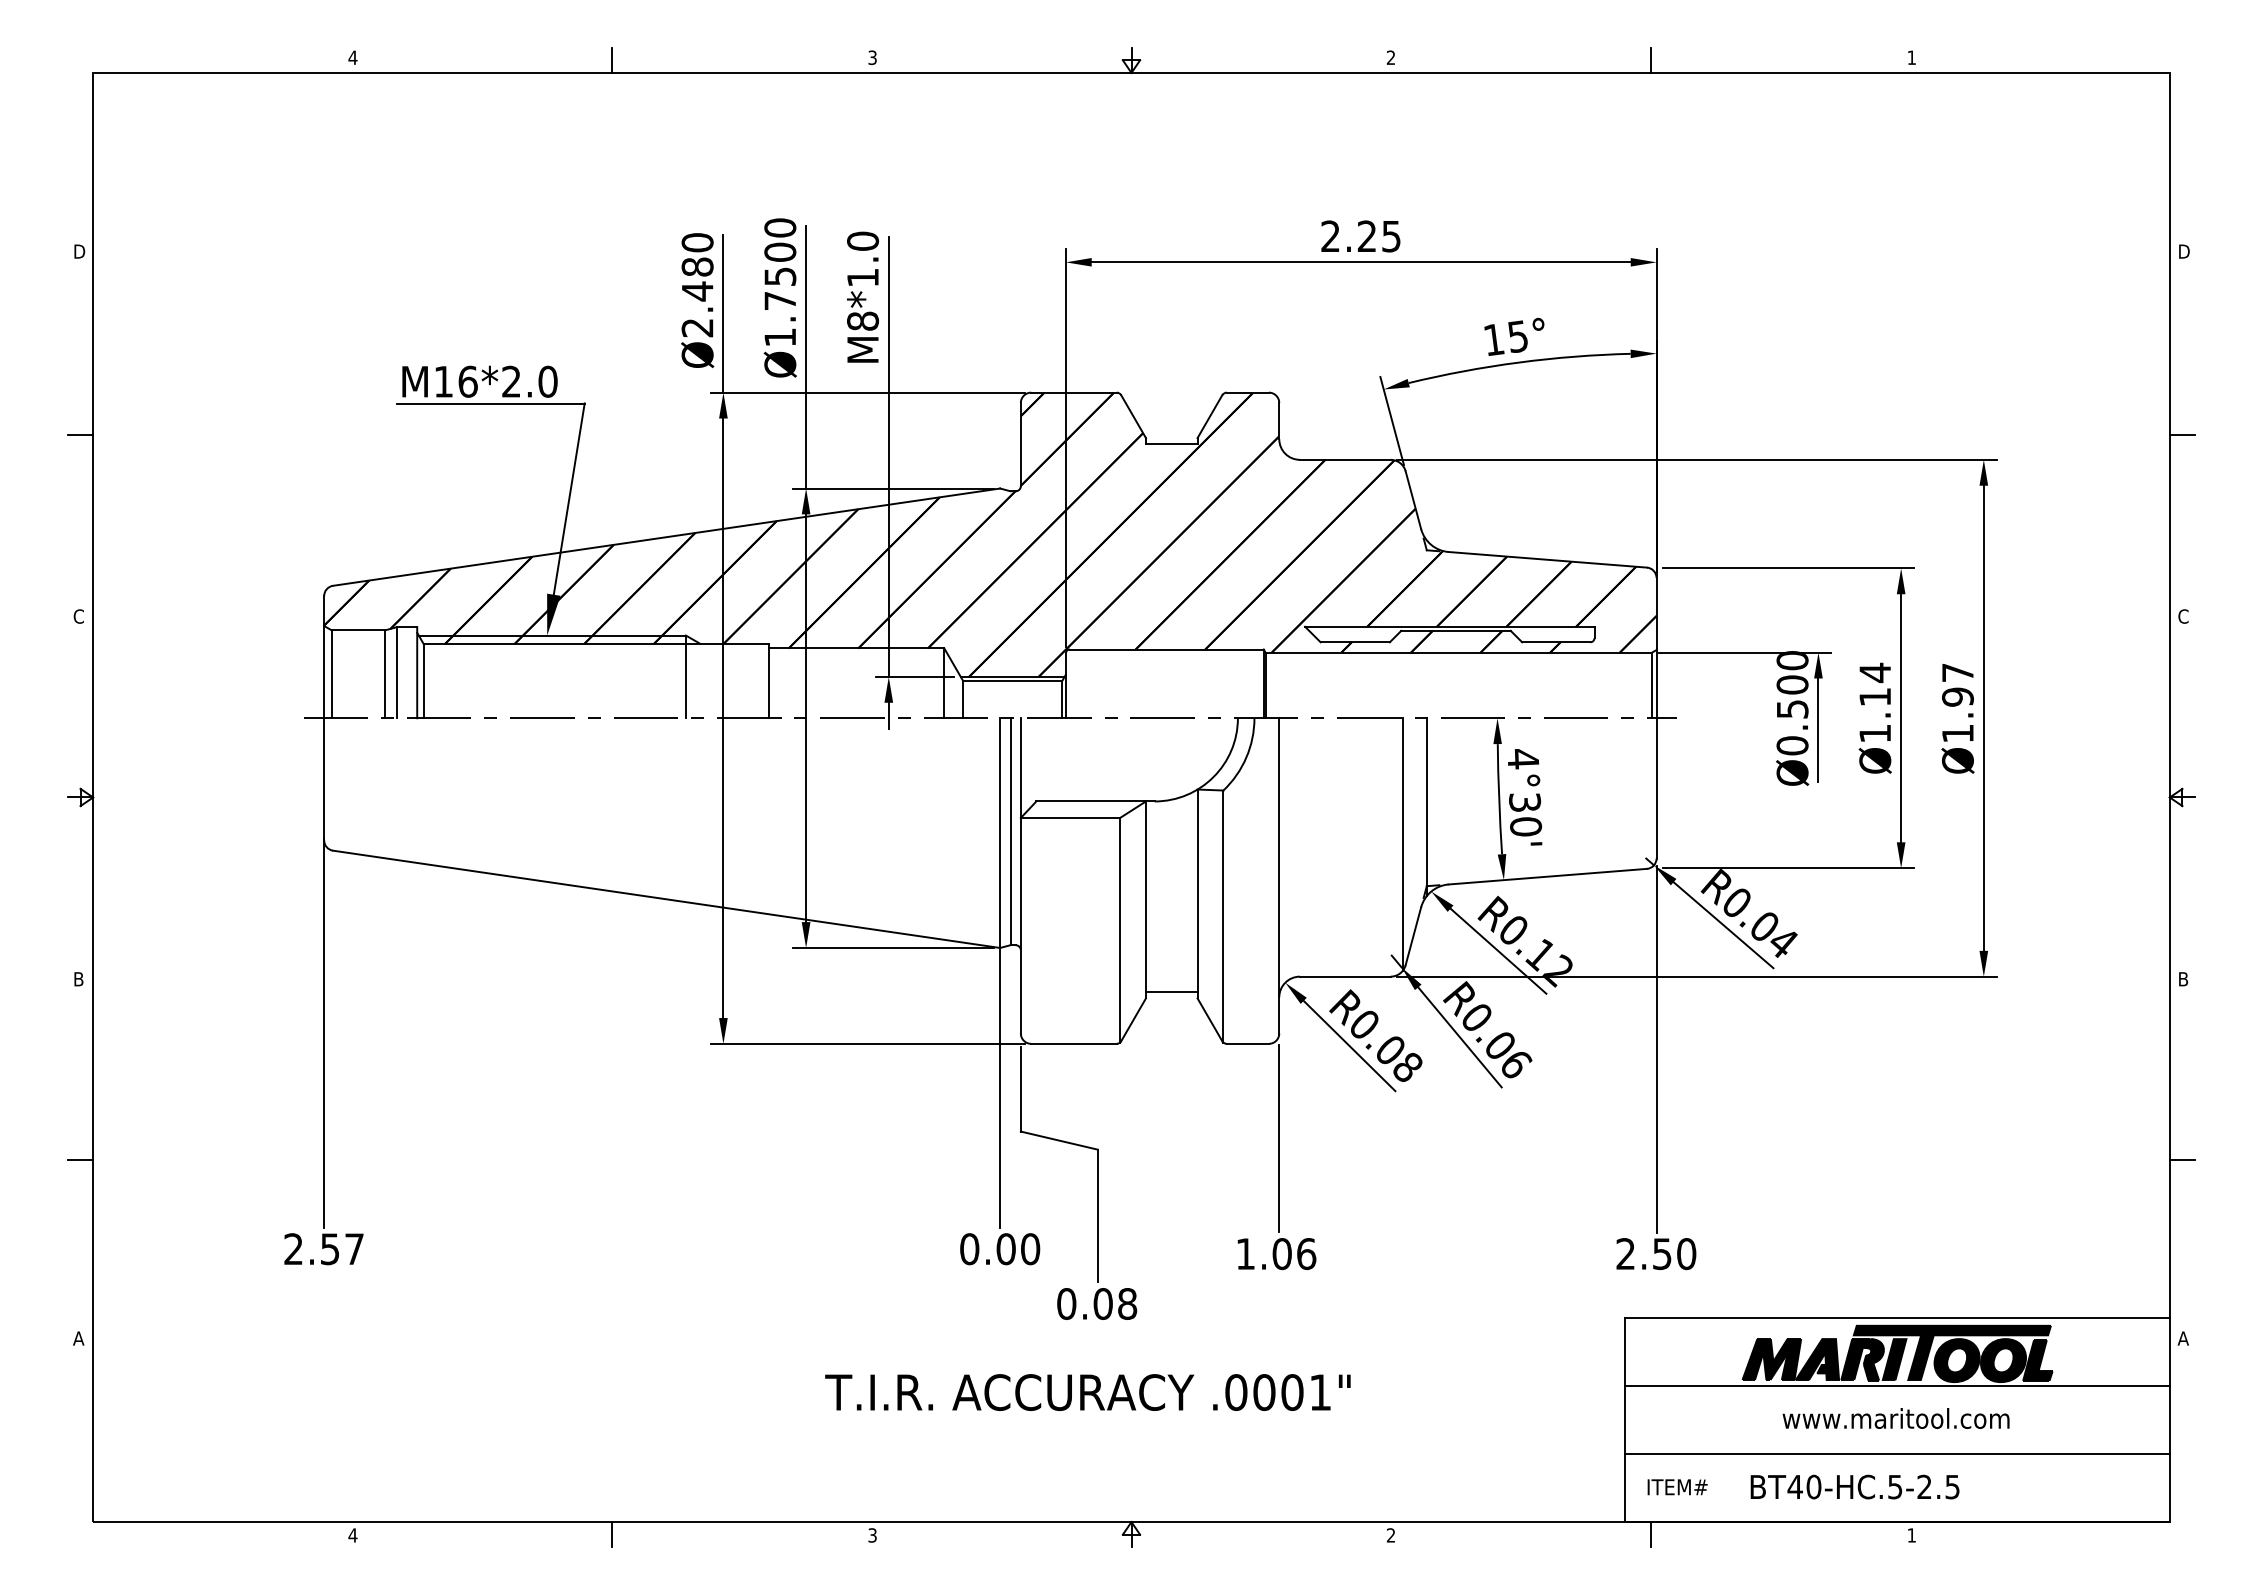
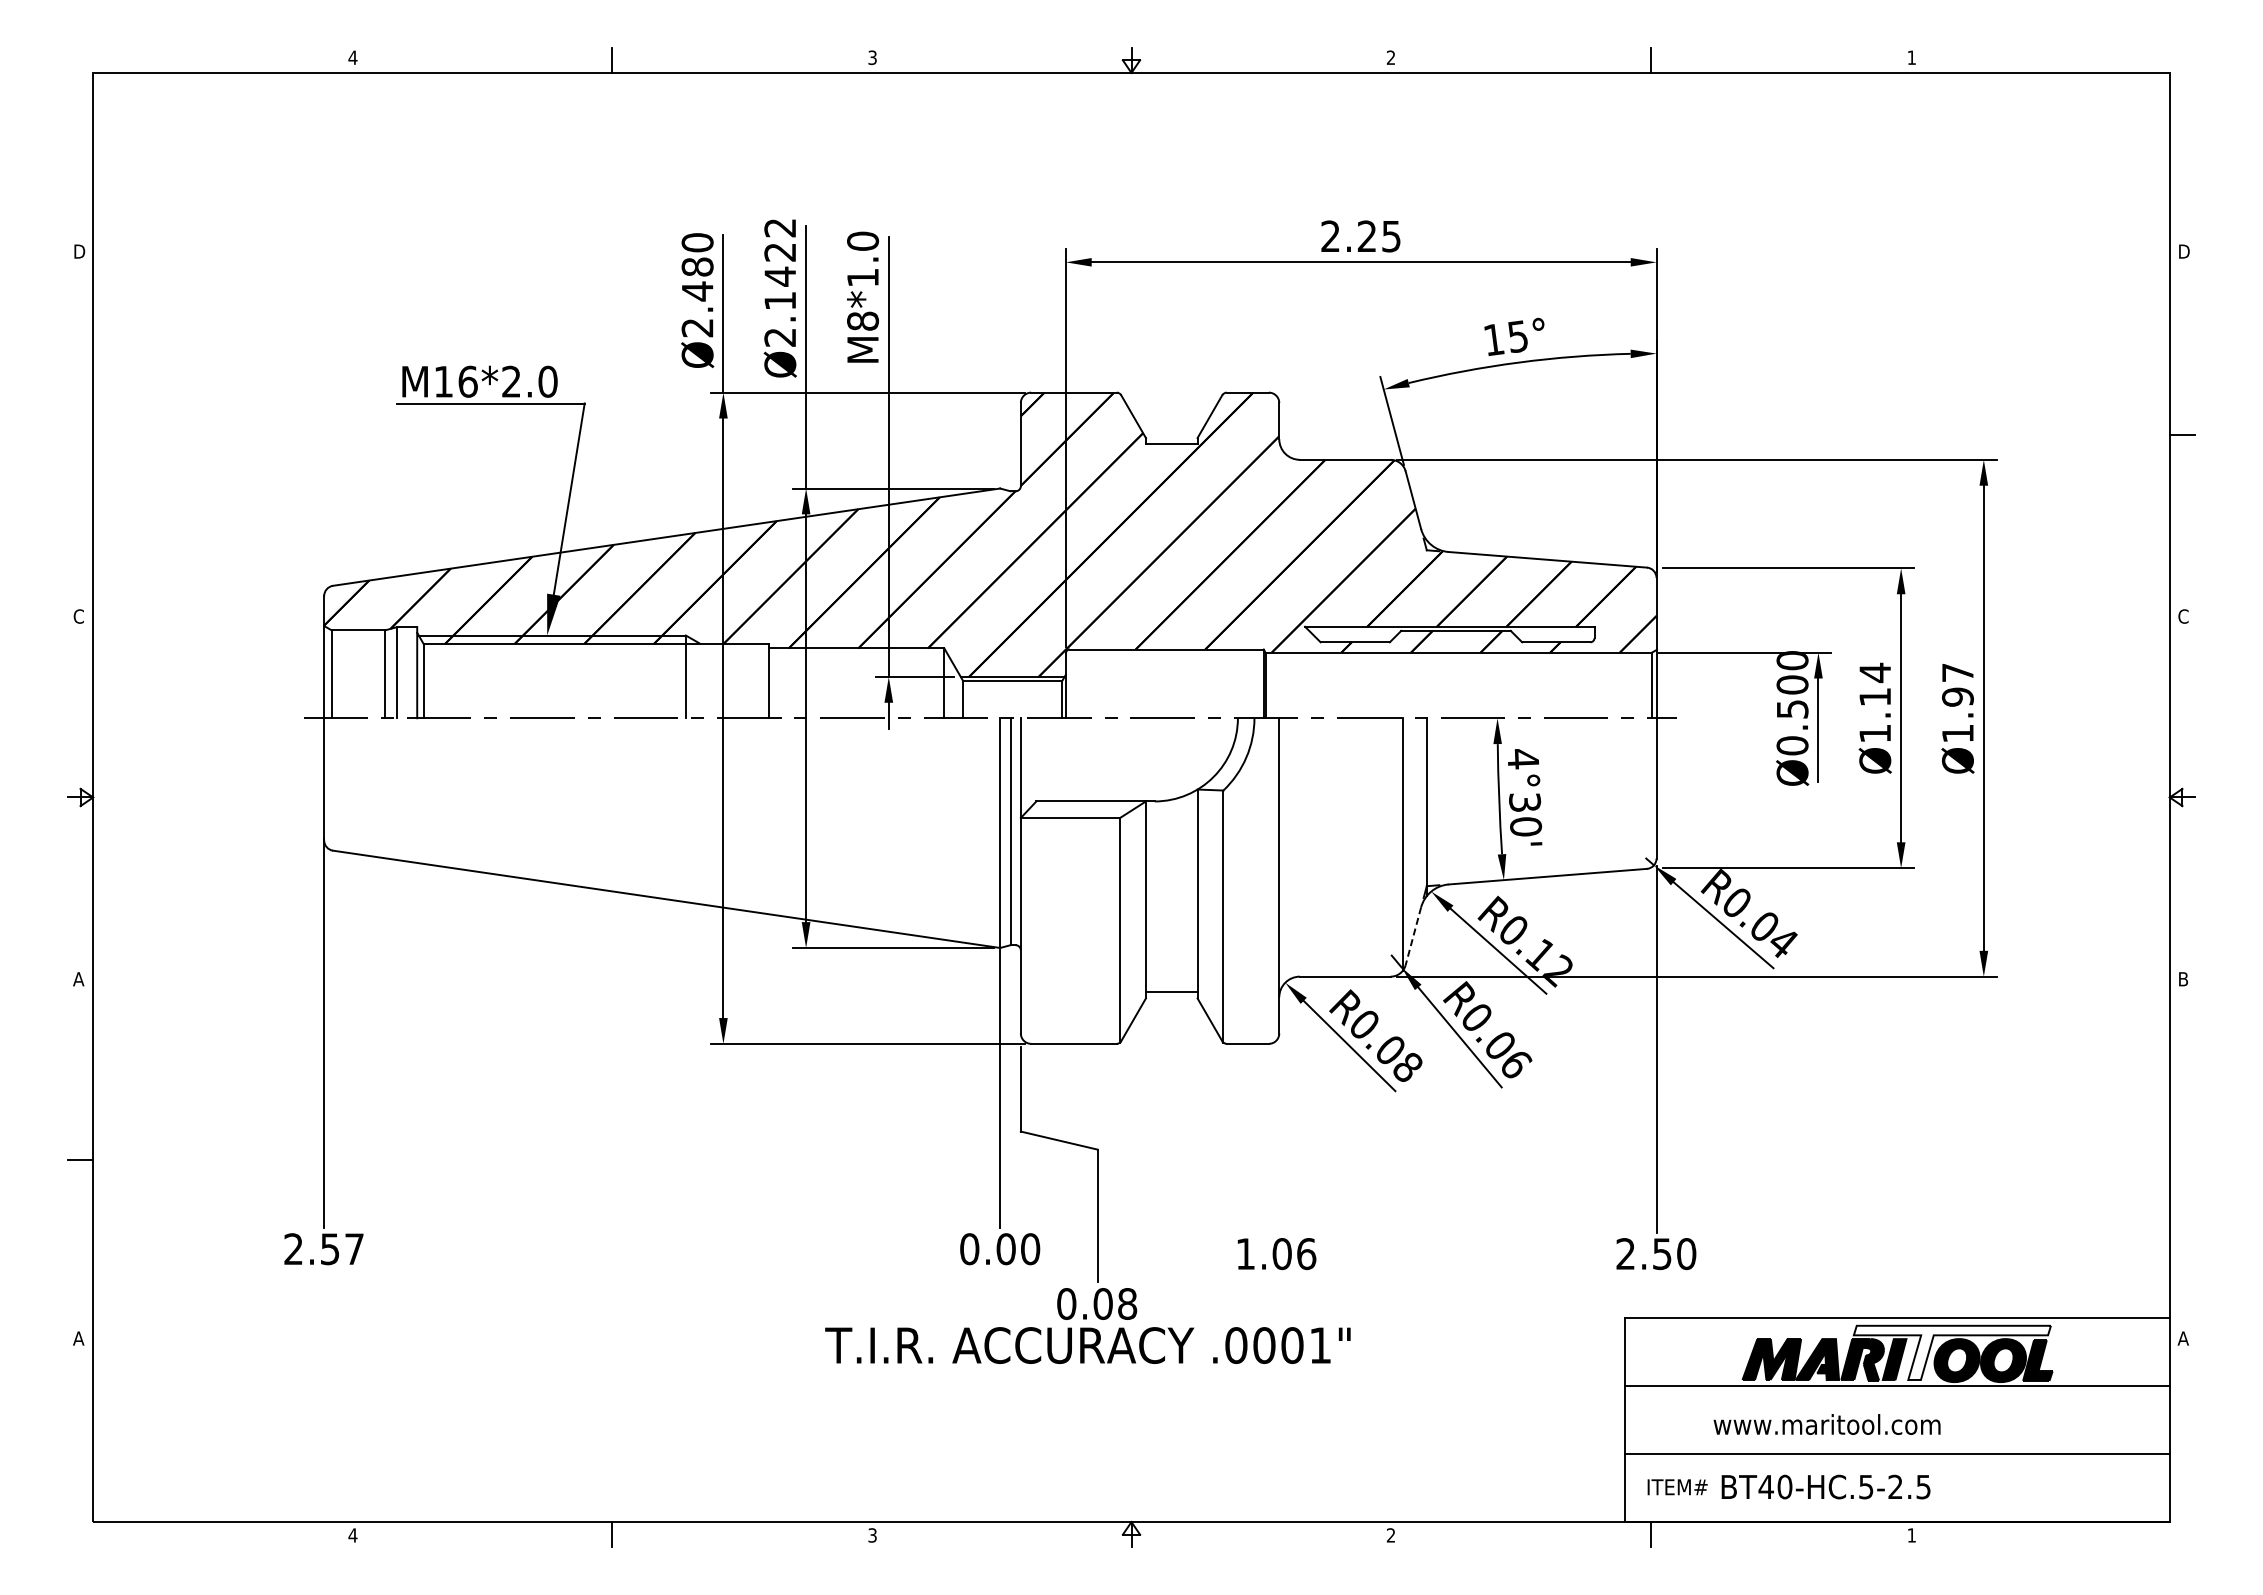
text at (780, 282): Ø1.7500 -> Ø2.1422
line at (80, 435): present -> none
line at (1413, 936): solid -> dashed
text at (78, 979): B -> A
line at (1279, 1138): present -> none
line at (2182, 1159): present -> none
fill at (1951, 1352): present -> none
text at (1087, 1392) position: (1087, 1392) -> (1087, 1345)
text at (1895, 1418) position: (1895, 1418) -> (1826, 1424)
text at (1854, 1486) position: (1854, 1486) -> (1825, 1486)
